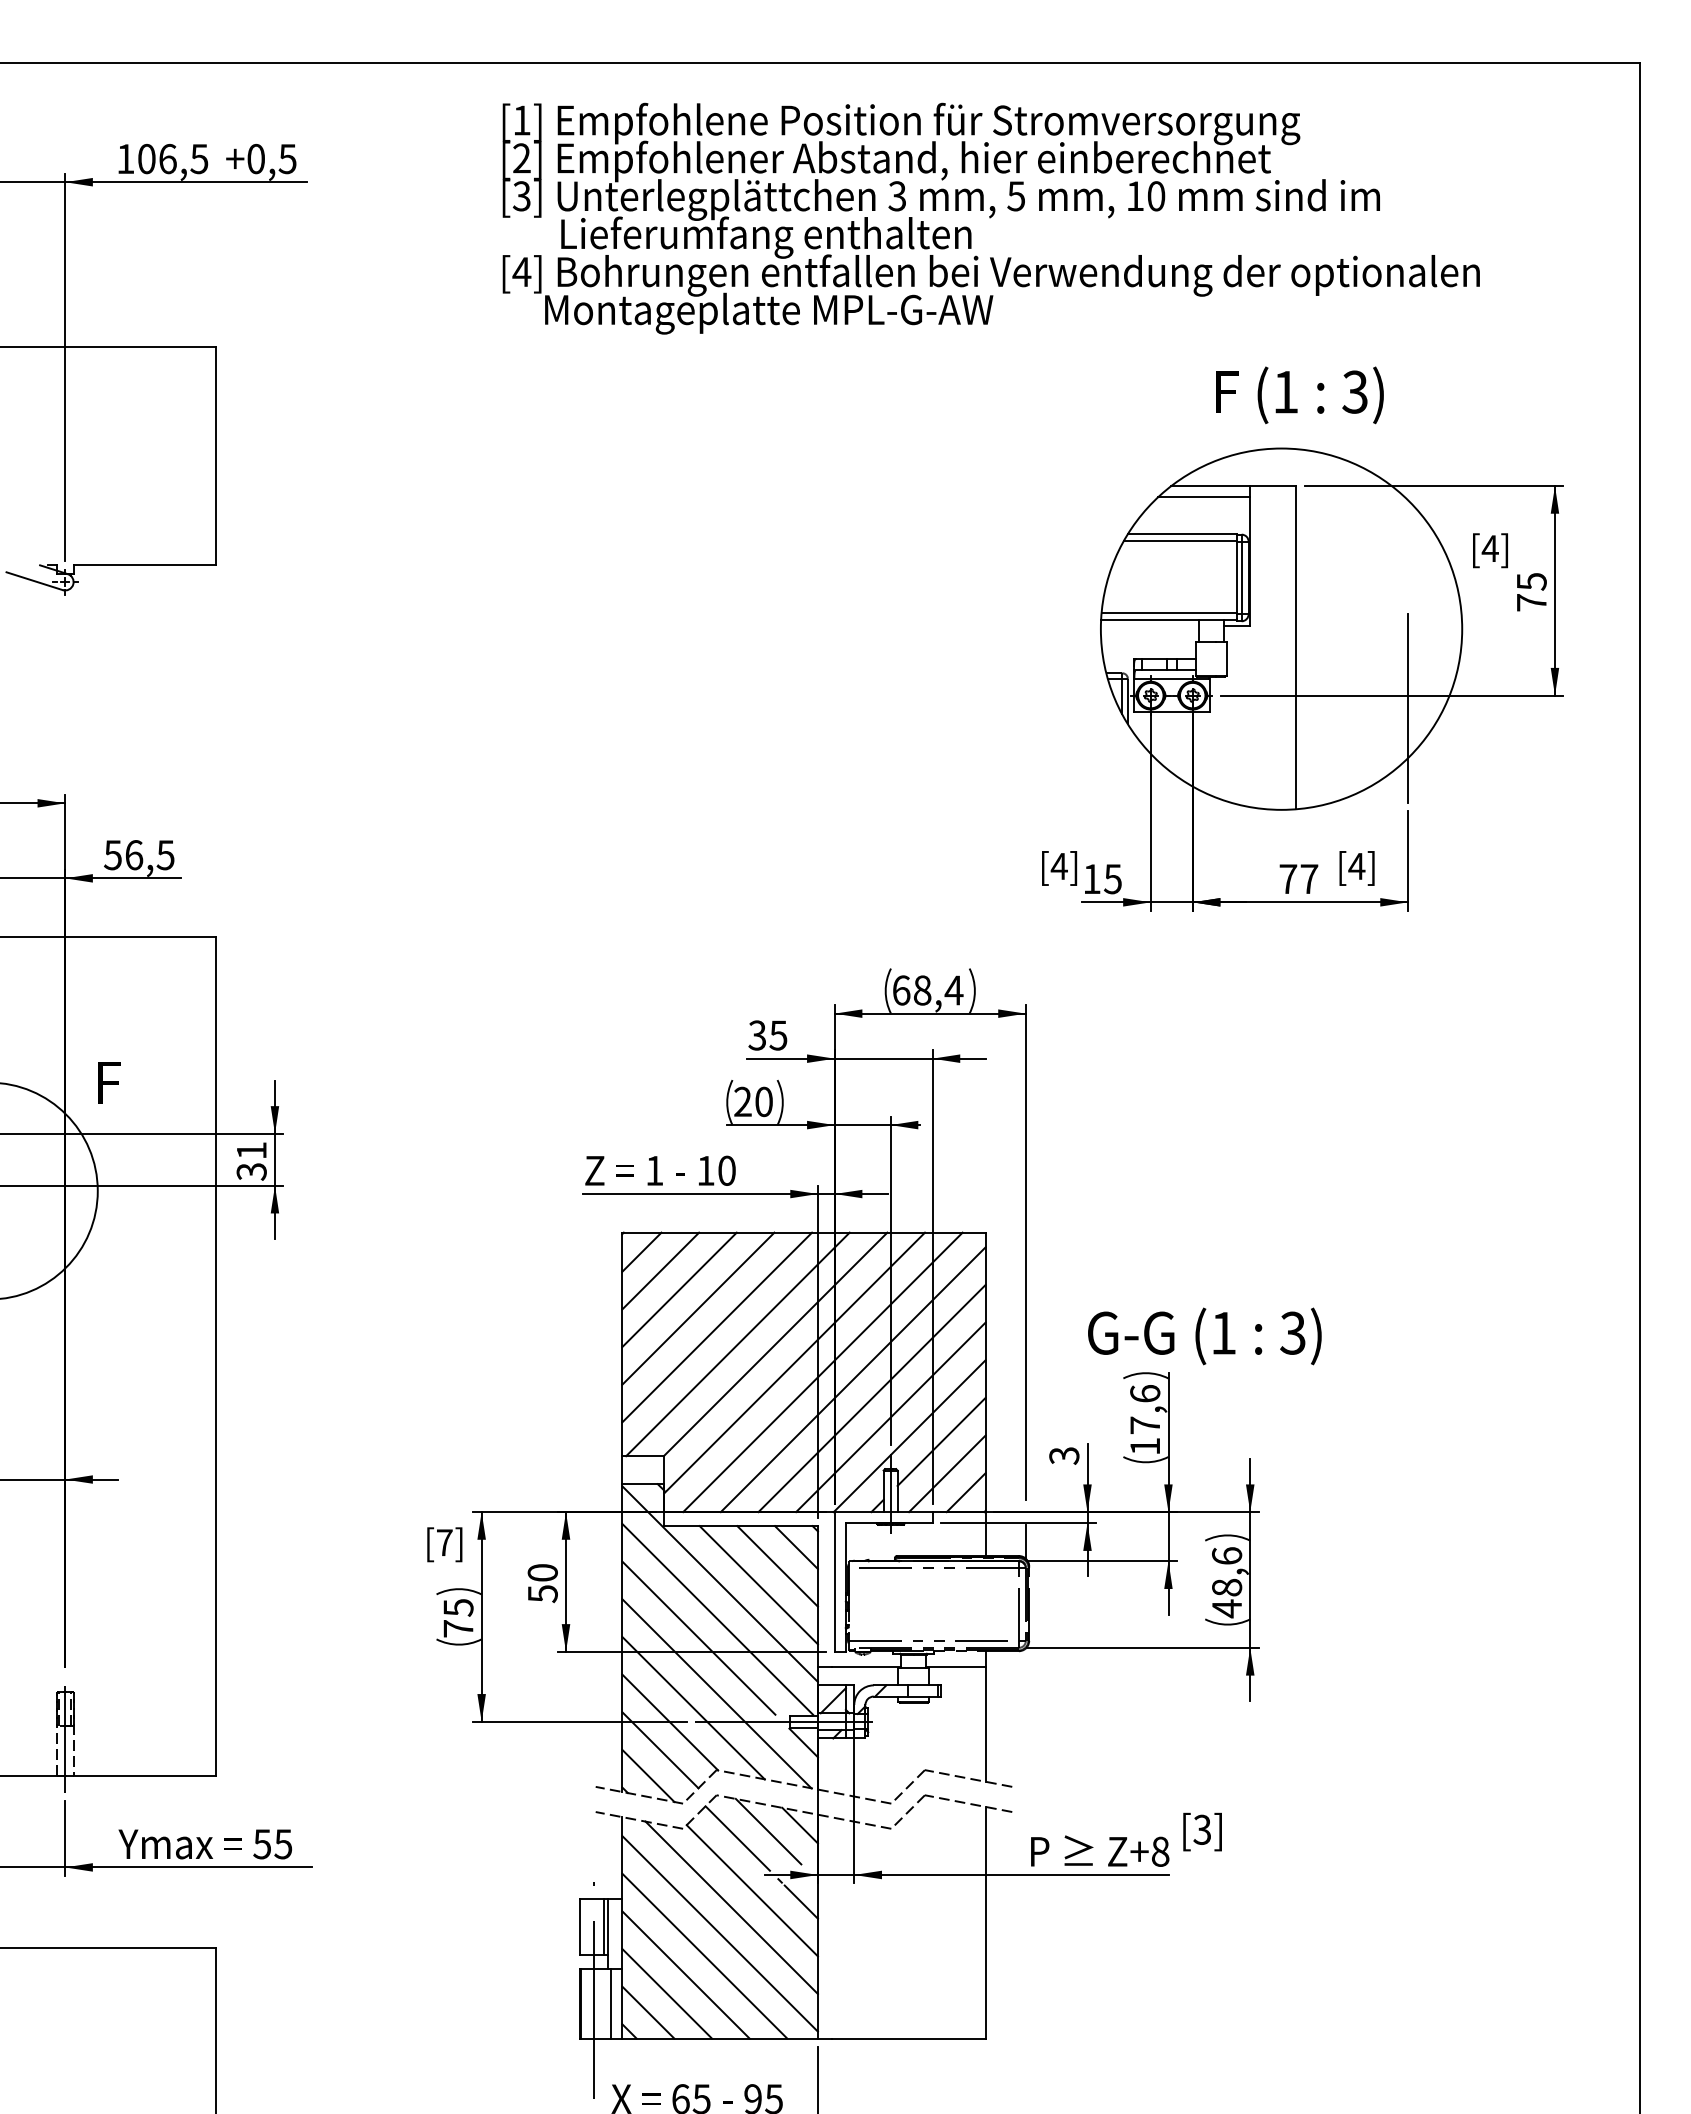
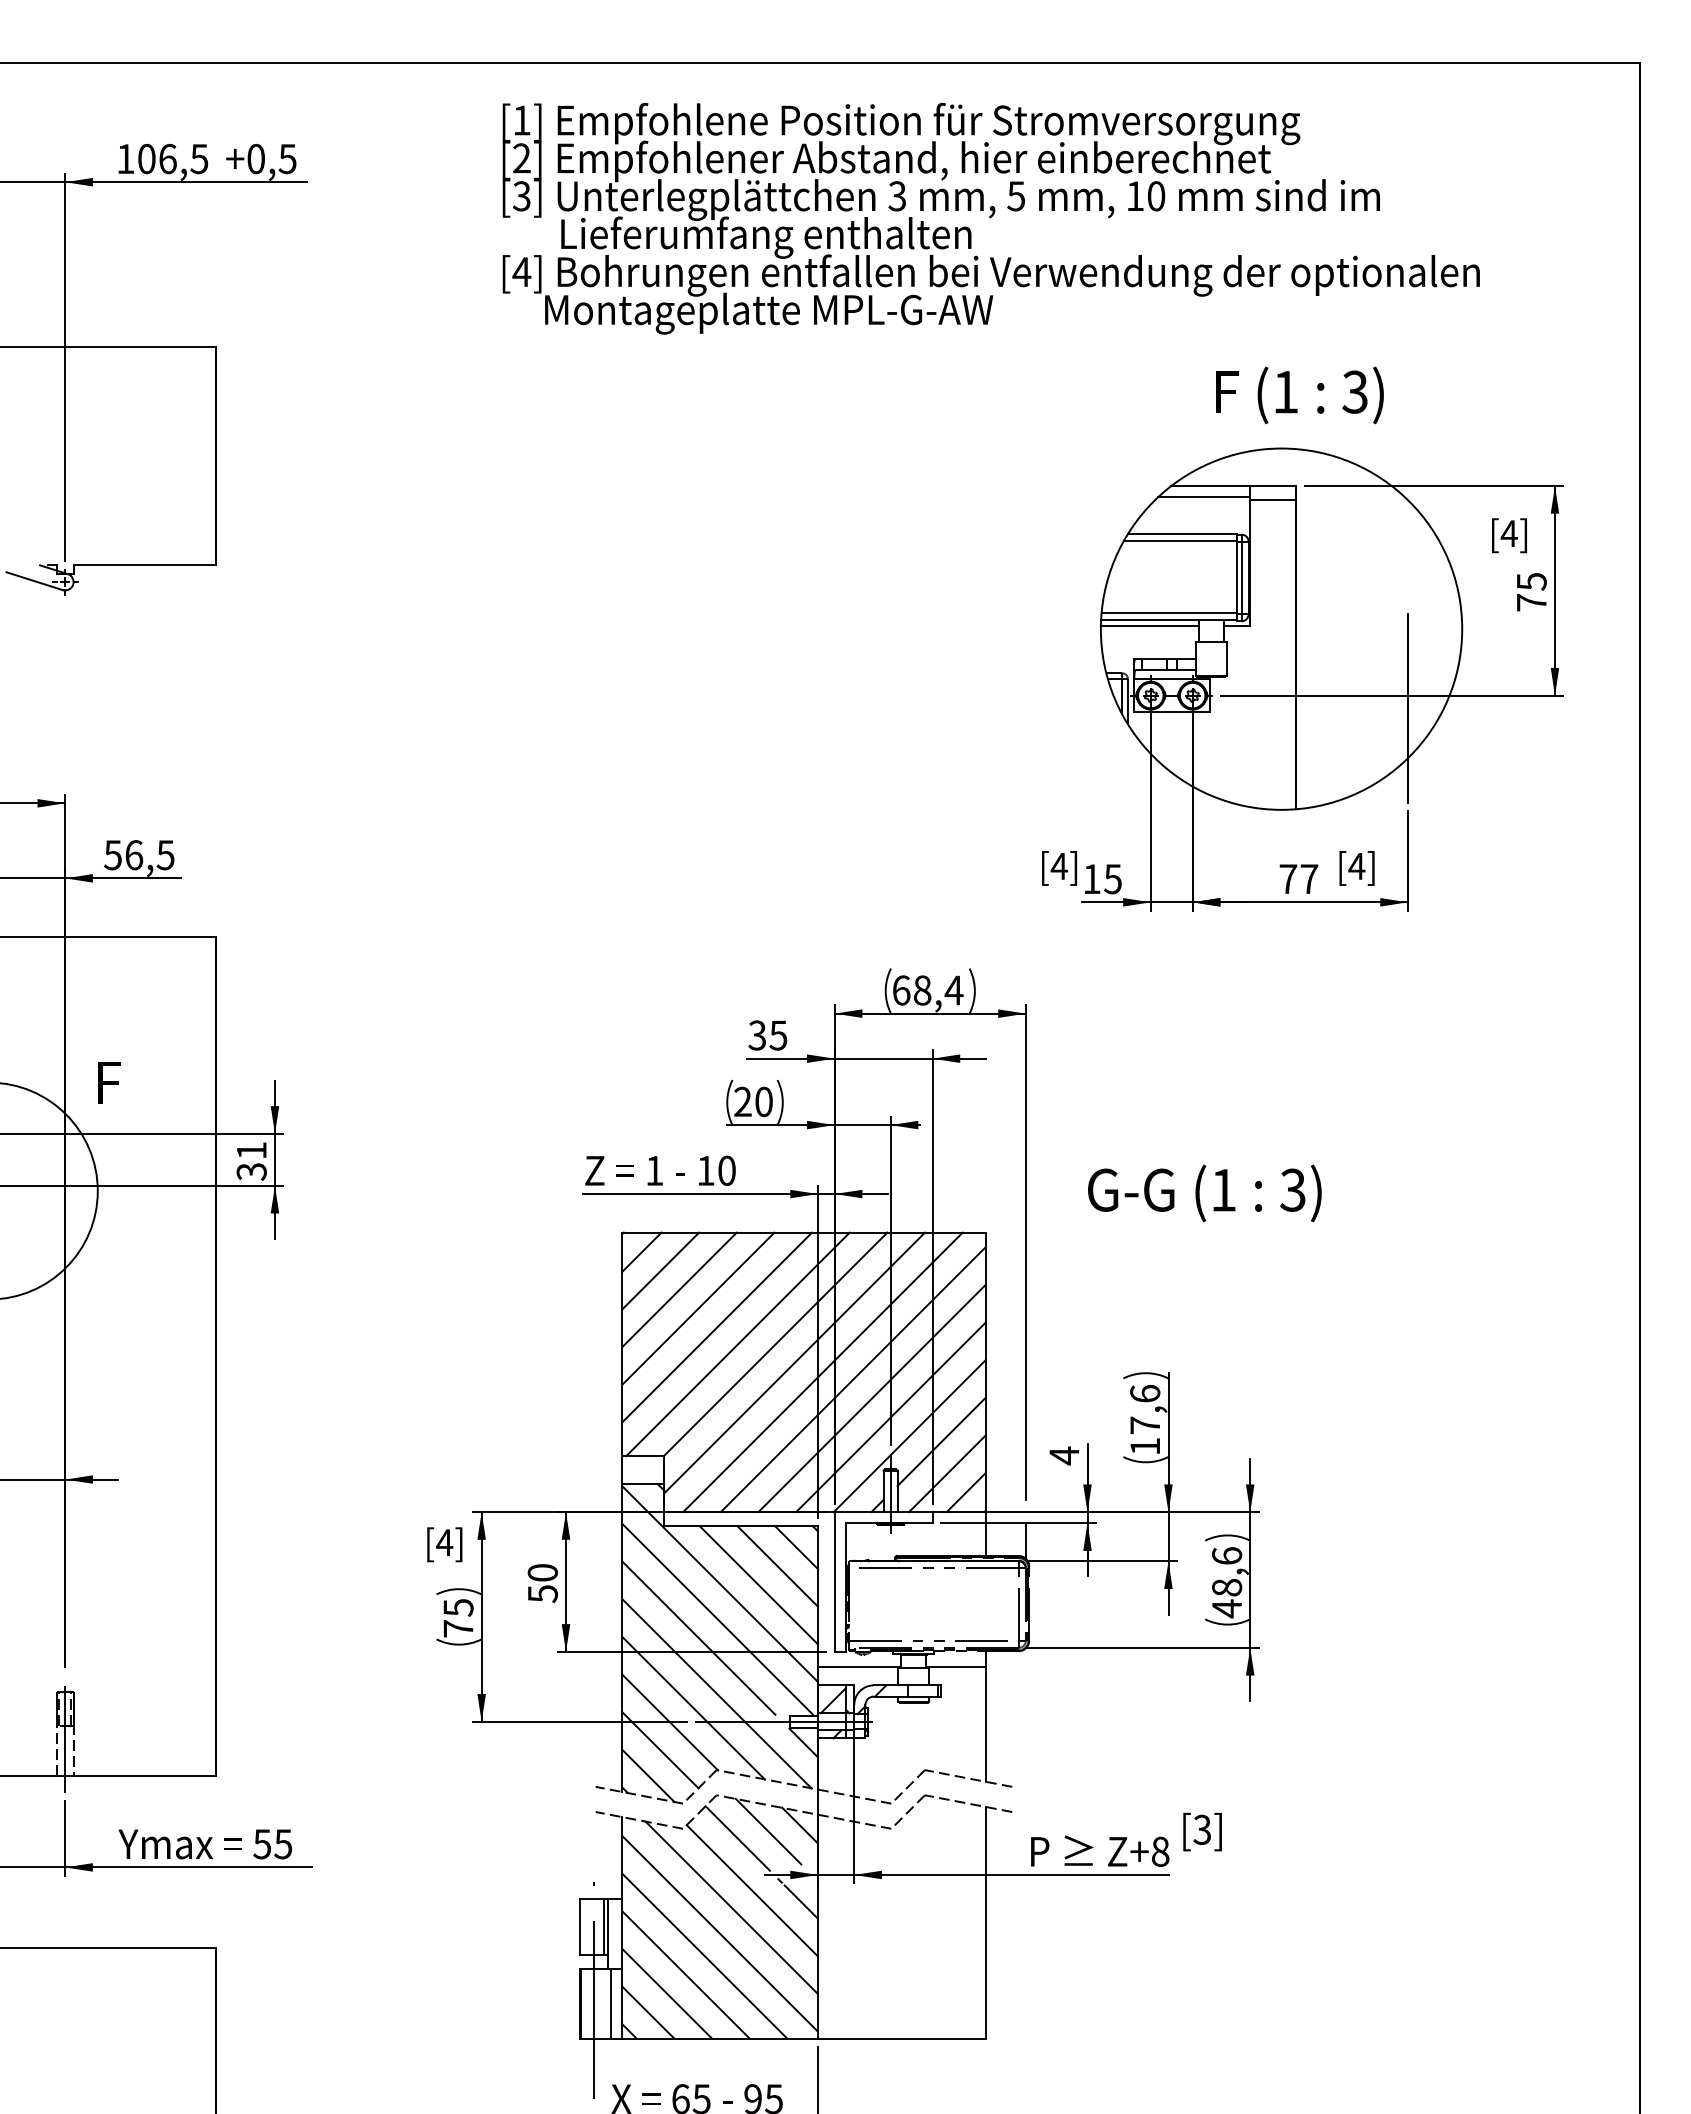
line at (1273, 500): none -> present
text at (1490, 550) position: (1490, 550) -> (1509, 535)
line at (1149, 625): none -> present
text at (1204, 1336) position: (1204, 1336) -> (1204, 1193)
text at (1064, 1455): 3 -> 4
text at (444, 1542): [7] -> [4]
